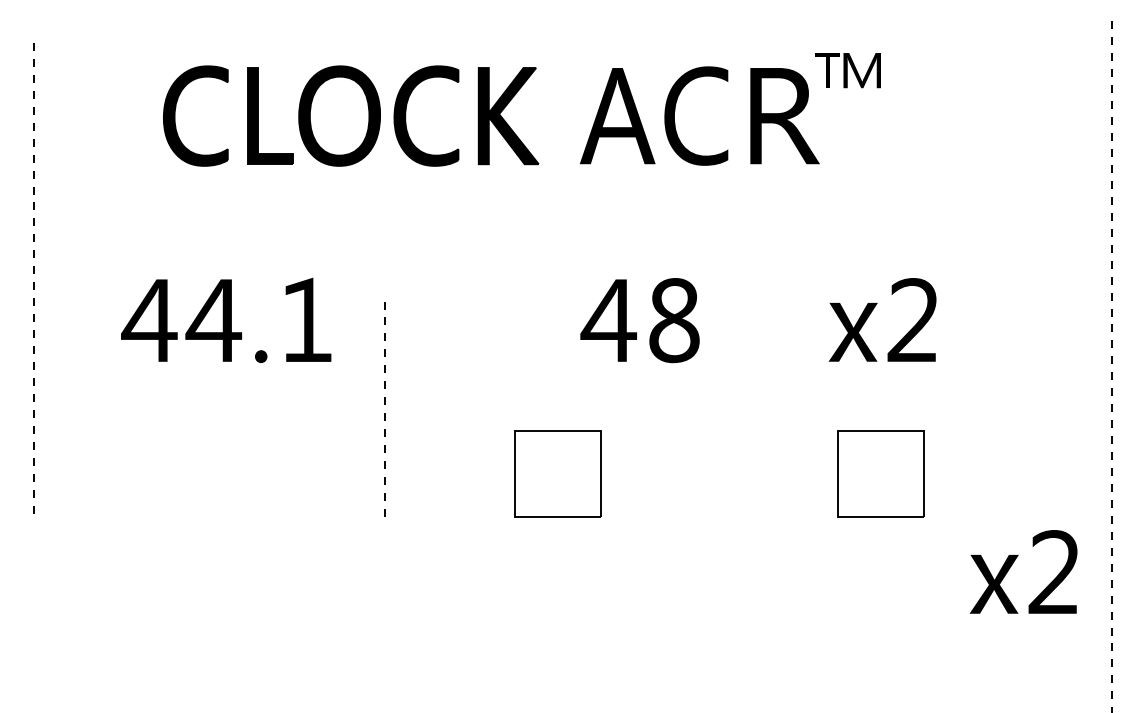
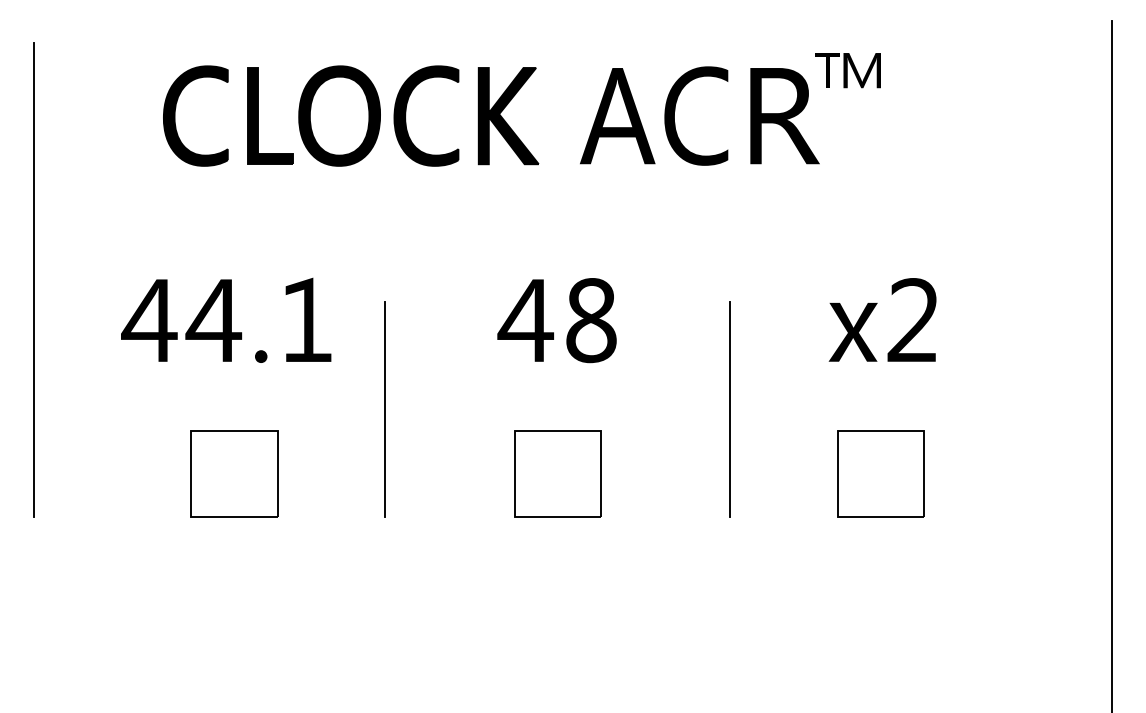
line at (34, 280): dashed -> solid
part at (636, 332) position: (636, 332) -> (553, 332)
line at (1111, 367): dashed -> solid
line at (385, 409): dashed -> solid
line at (730, 409): none -> present
part at (234, 473): none -> present
part at (1012, 565): present -> none
